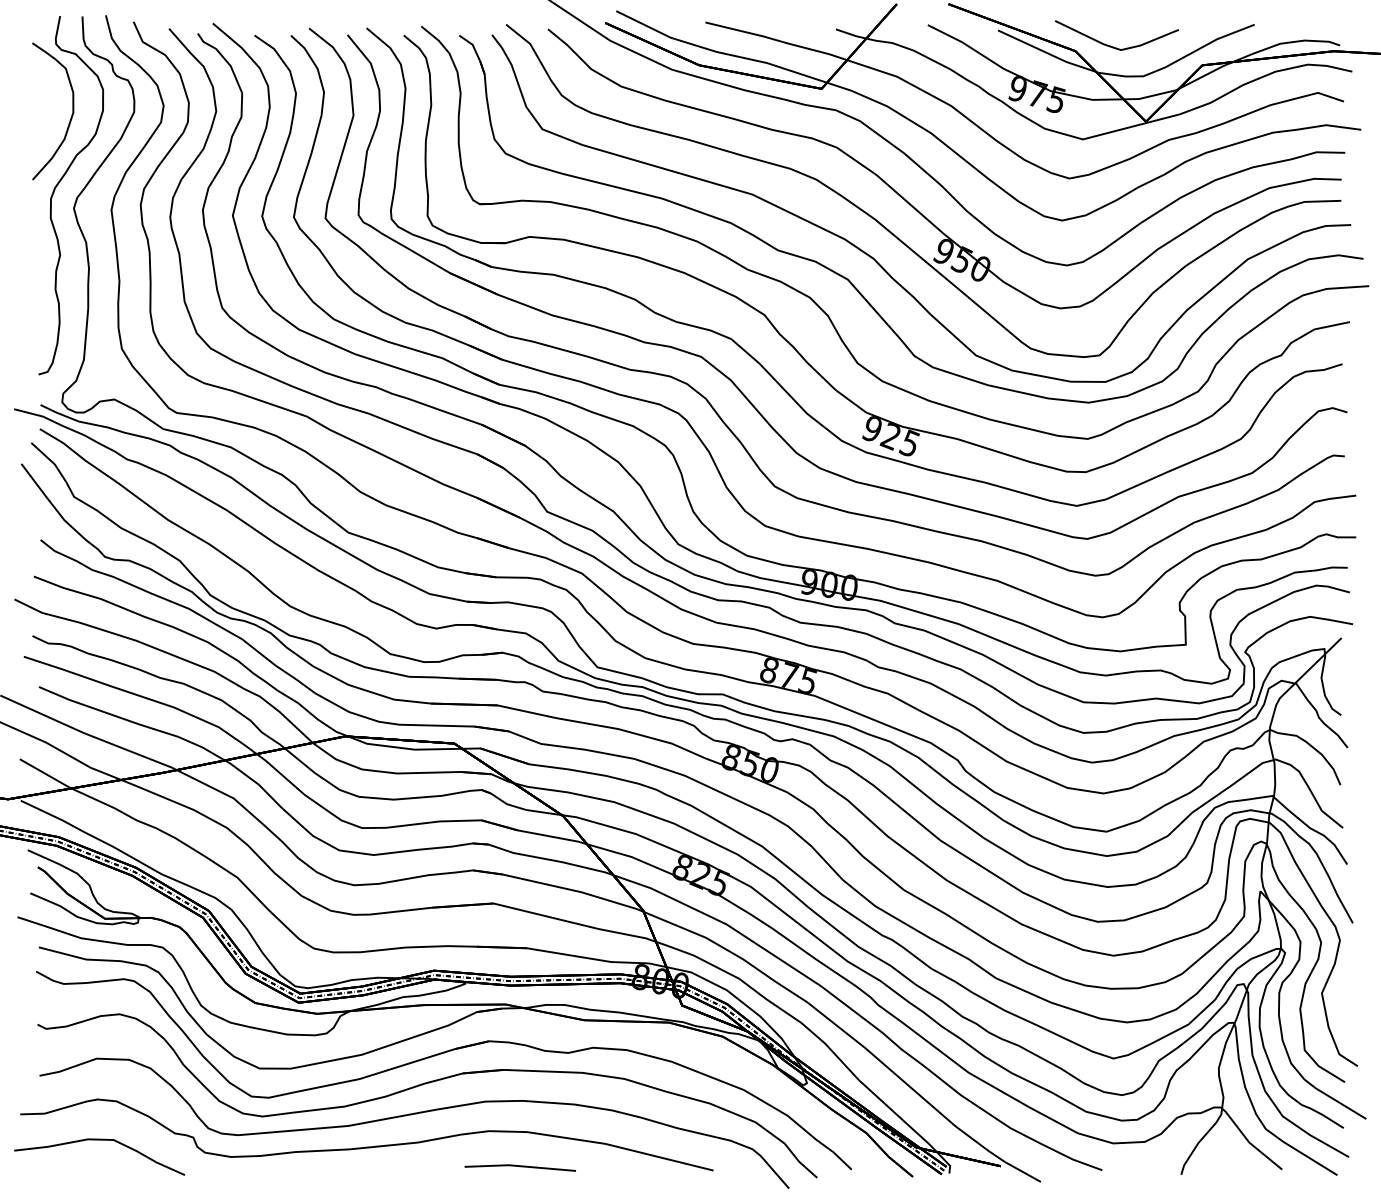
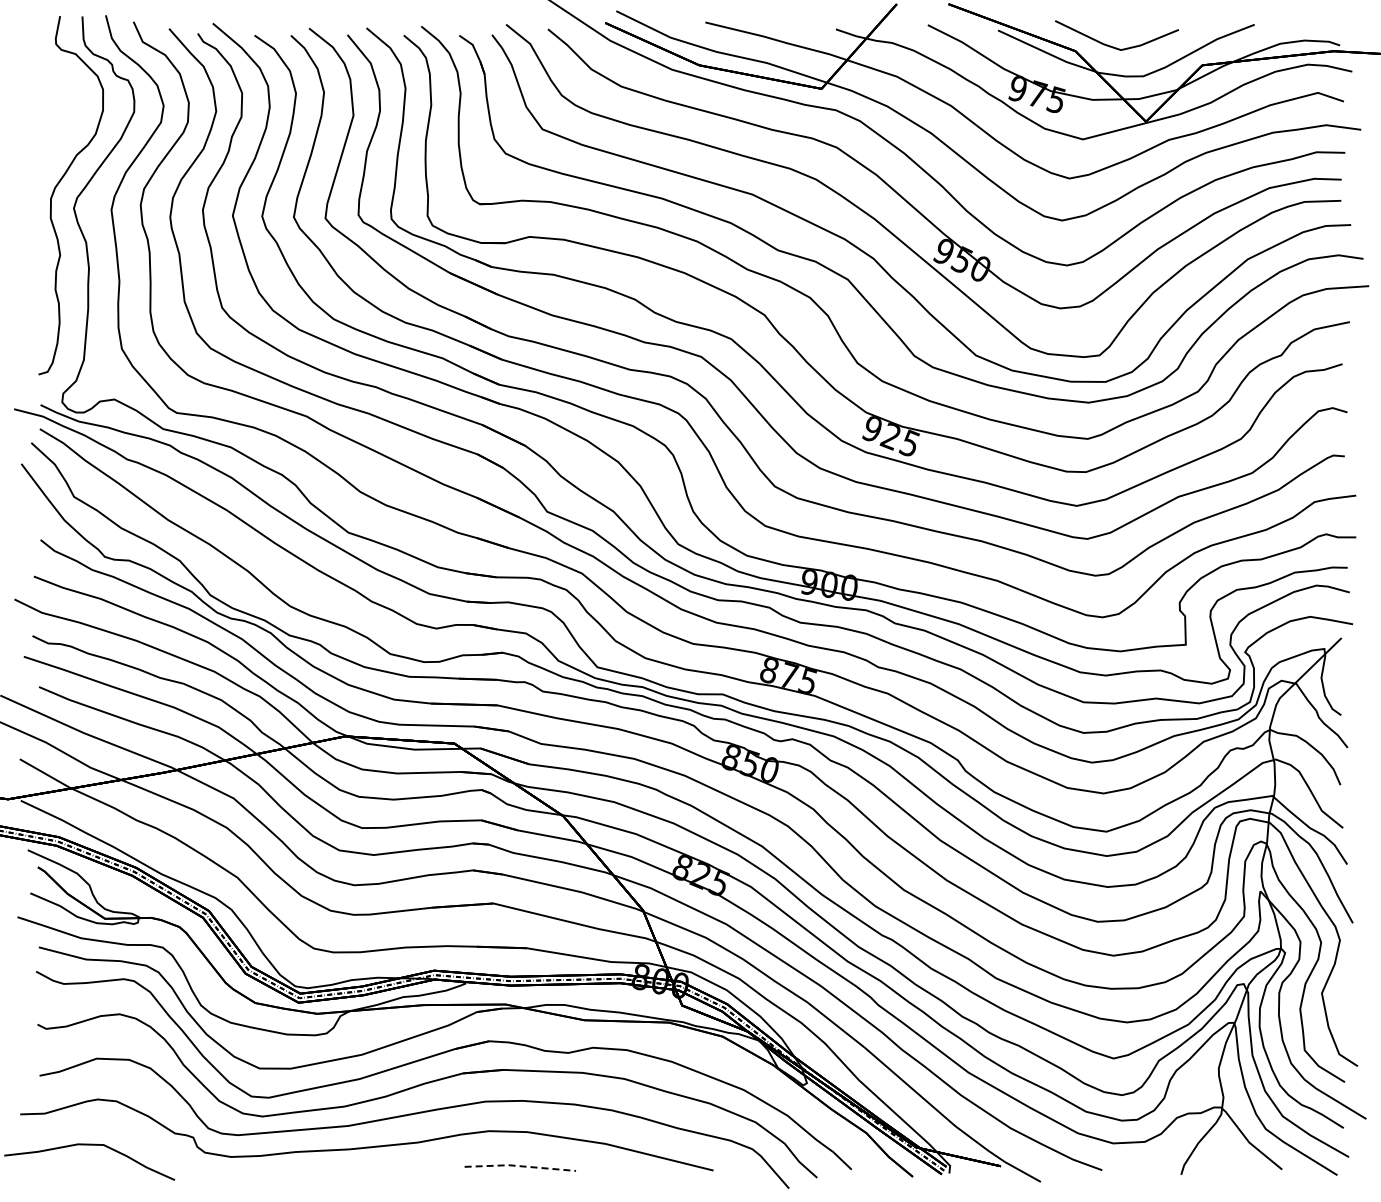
curve at (70, 117): present -> none
curve at (99, 1140) position: (99, 1140) -> (89, 1145)
line at (519, 1166): solid -> dashed
